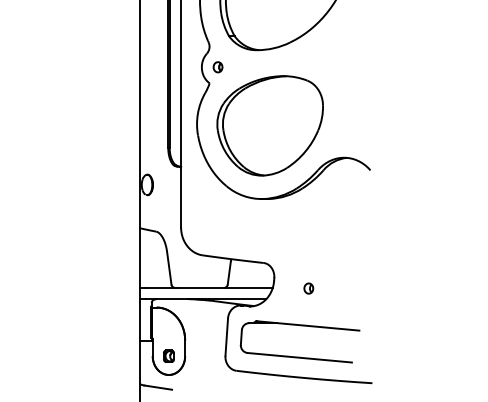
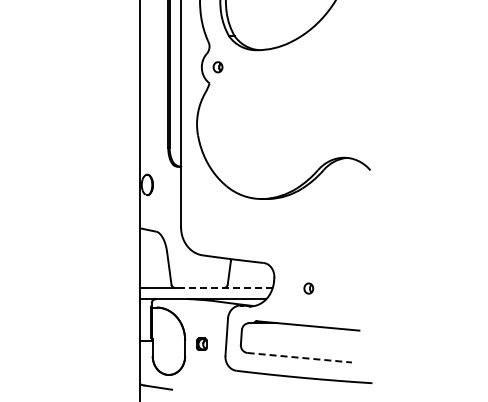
part at (269, 125): present -> none
line at (225, 287): solid -> dashed
part at (168, 355) position: (168, 355) -> (201, 343)
line at (300, 357): solid -> dashed
